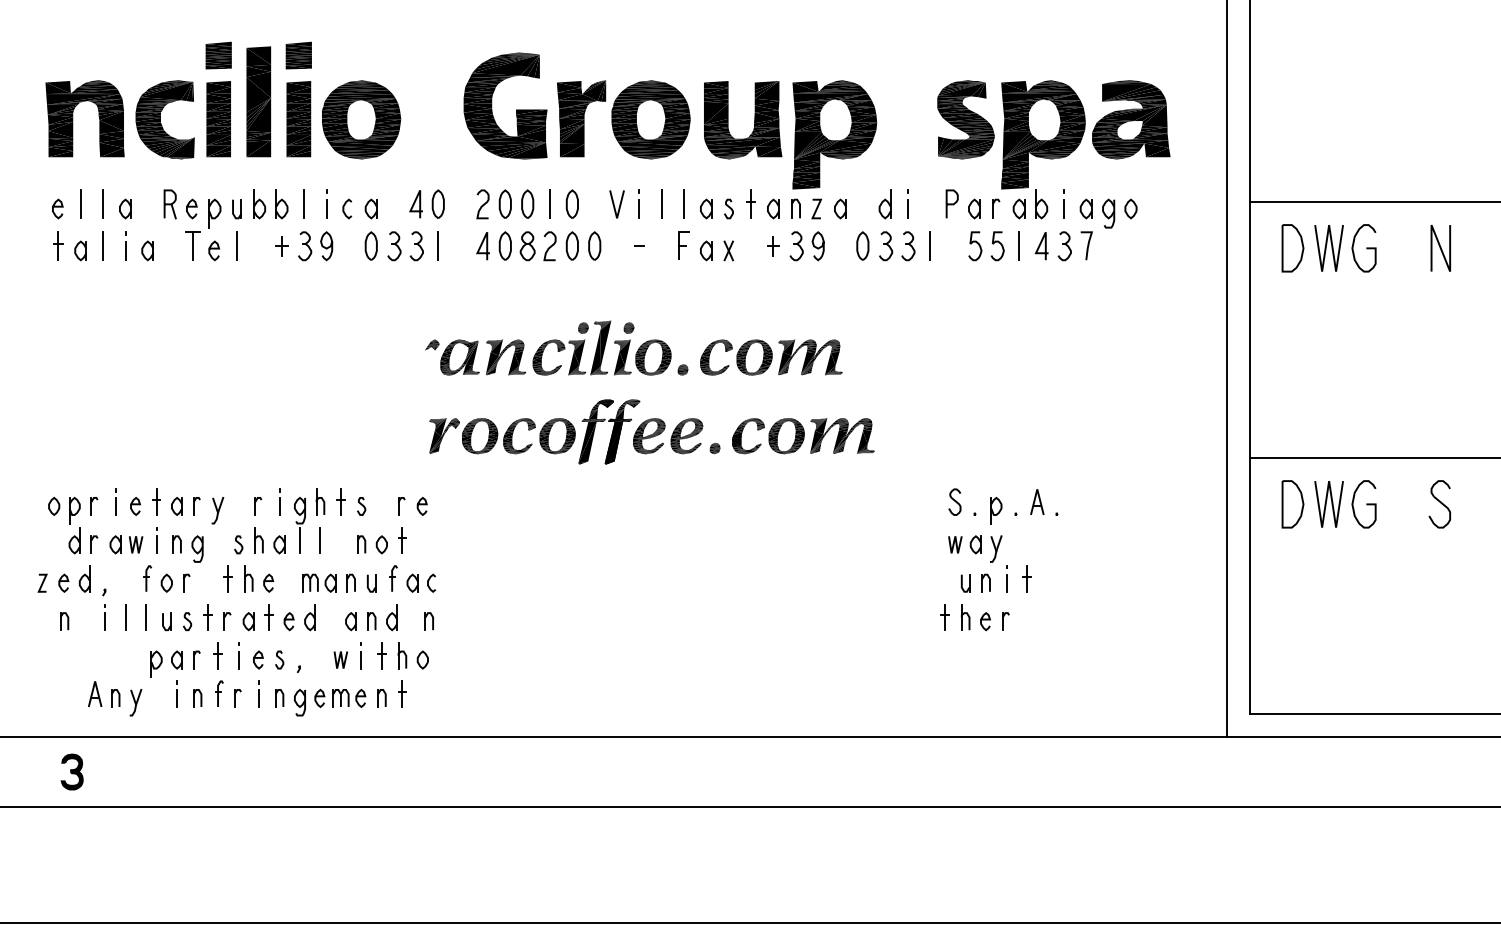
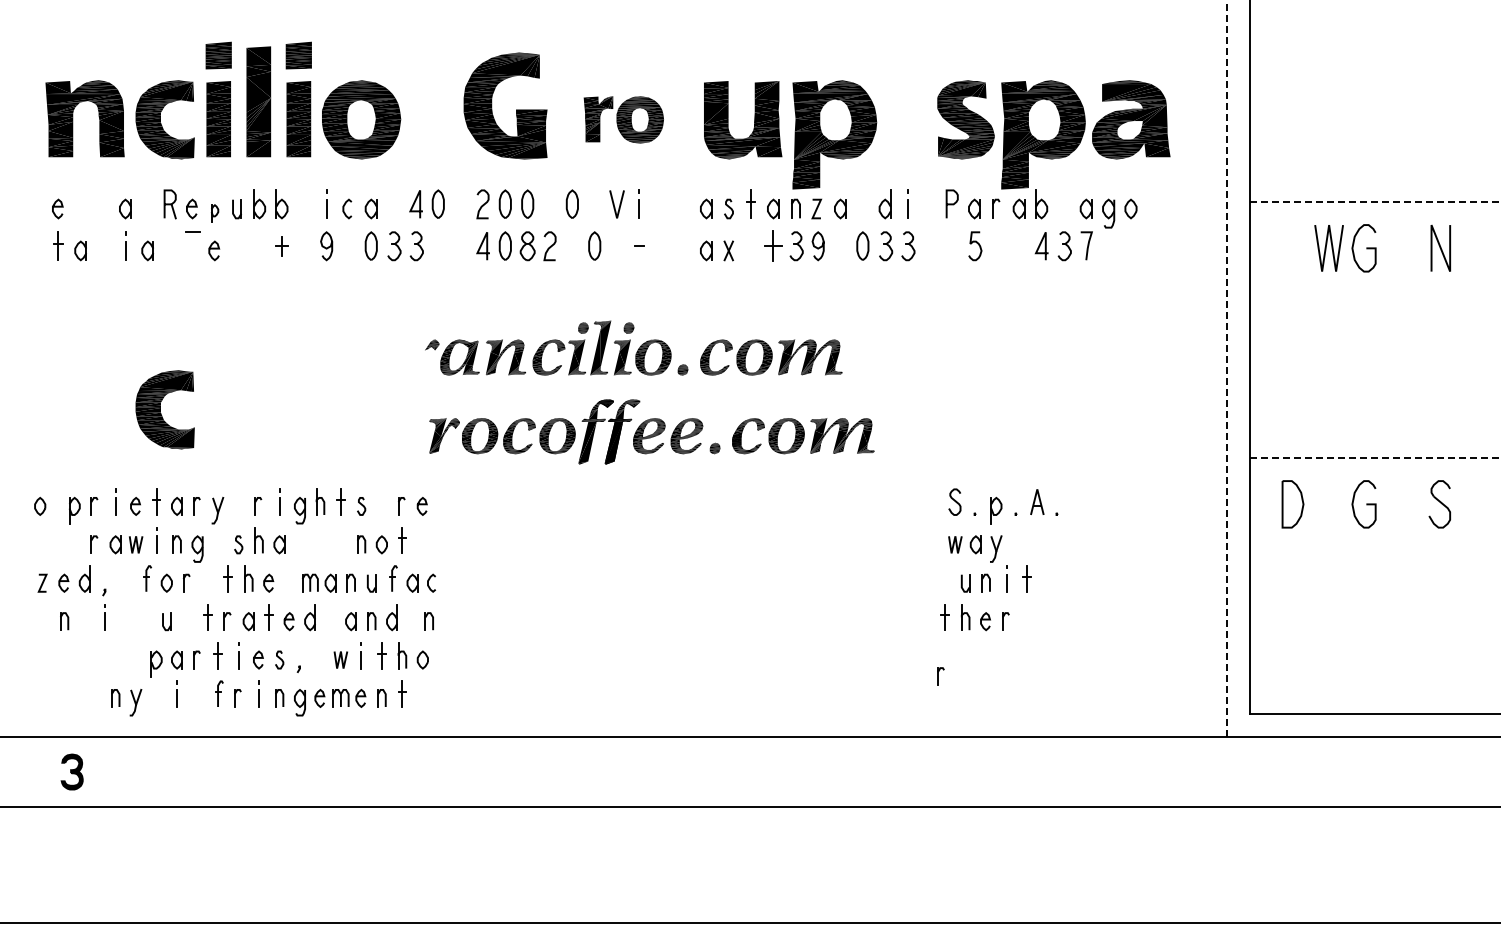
part at (623, 119) size: 134x80 px -> 81x48 px
line at (1375, 201): solid -> dashed
line at (1063, 203): present -> none
line at (80, 204): present -> none
line at (103, 204): present -> none
line at (304, 204): present -> none
line at (550, 204): present -> none
line at (661, 204): present -> none
line at (684, 204): present -> none
part at (214, 213) size: 14x31 px -> 9x19 px
curve at (999, 243): present -> none
part at (571, 245): present -> none
part at (683, 245): present -> none
line at (103, 246): present -> none
line at (192, 246): present -> none
line at (237, 246): present -> none
part at (305, 246): present -> none
line at (438, 246): present -> none
part at (773, 246) size: 13x21 px -> 19x32 px
line at (929, 246): present -> none
line at (1019, 246): present -> none
part at (1292, 248): present -> none
line at (1226, 368): solid -> dashed
part at (164, 409): none -> present
line at (1375, 457): solid -> dashed
line at (1326, 504): present -> none
part at (54, 505) position: (54, 505) -> (40, 505)
part at (74, 540): present -> none
line at (299, 540): present -> none
line at (320, 540): present -> none
line at (125, 617): present -> none
line at (146, 617): present -> none
curve at (187, 620): present -> none
part at (940, 676): none -> present
part at (95, 693): present -> none
part at (197, 698): present -> none
